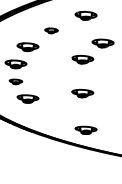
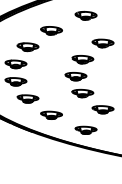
part at (51, 30) size: 15x8 px -> 23x10 px
part at (75, 76): none -> present
part at (15, 81) size: 16x8 px -> 24x10 px
part at (102, 109): none -> present
part at (51, 114): none -> present
